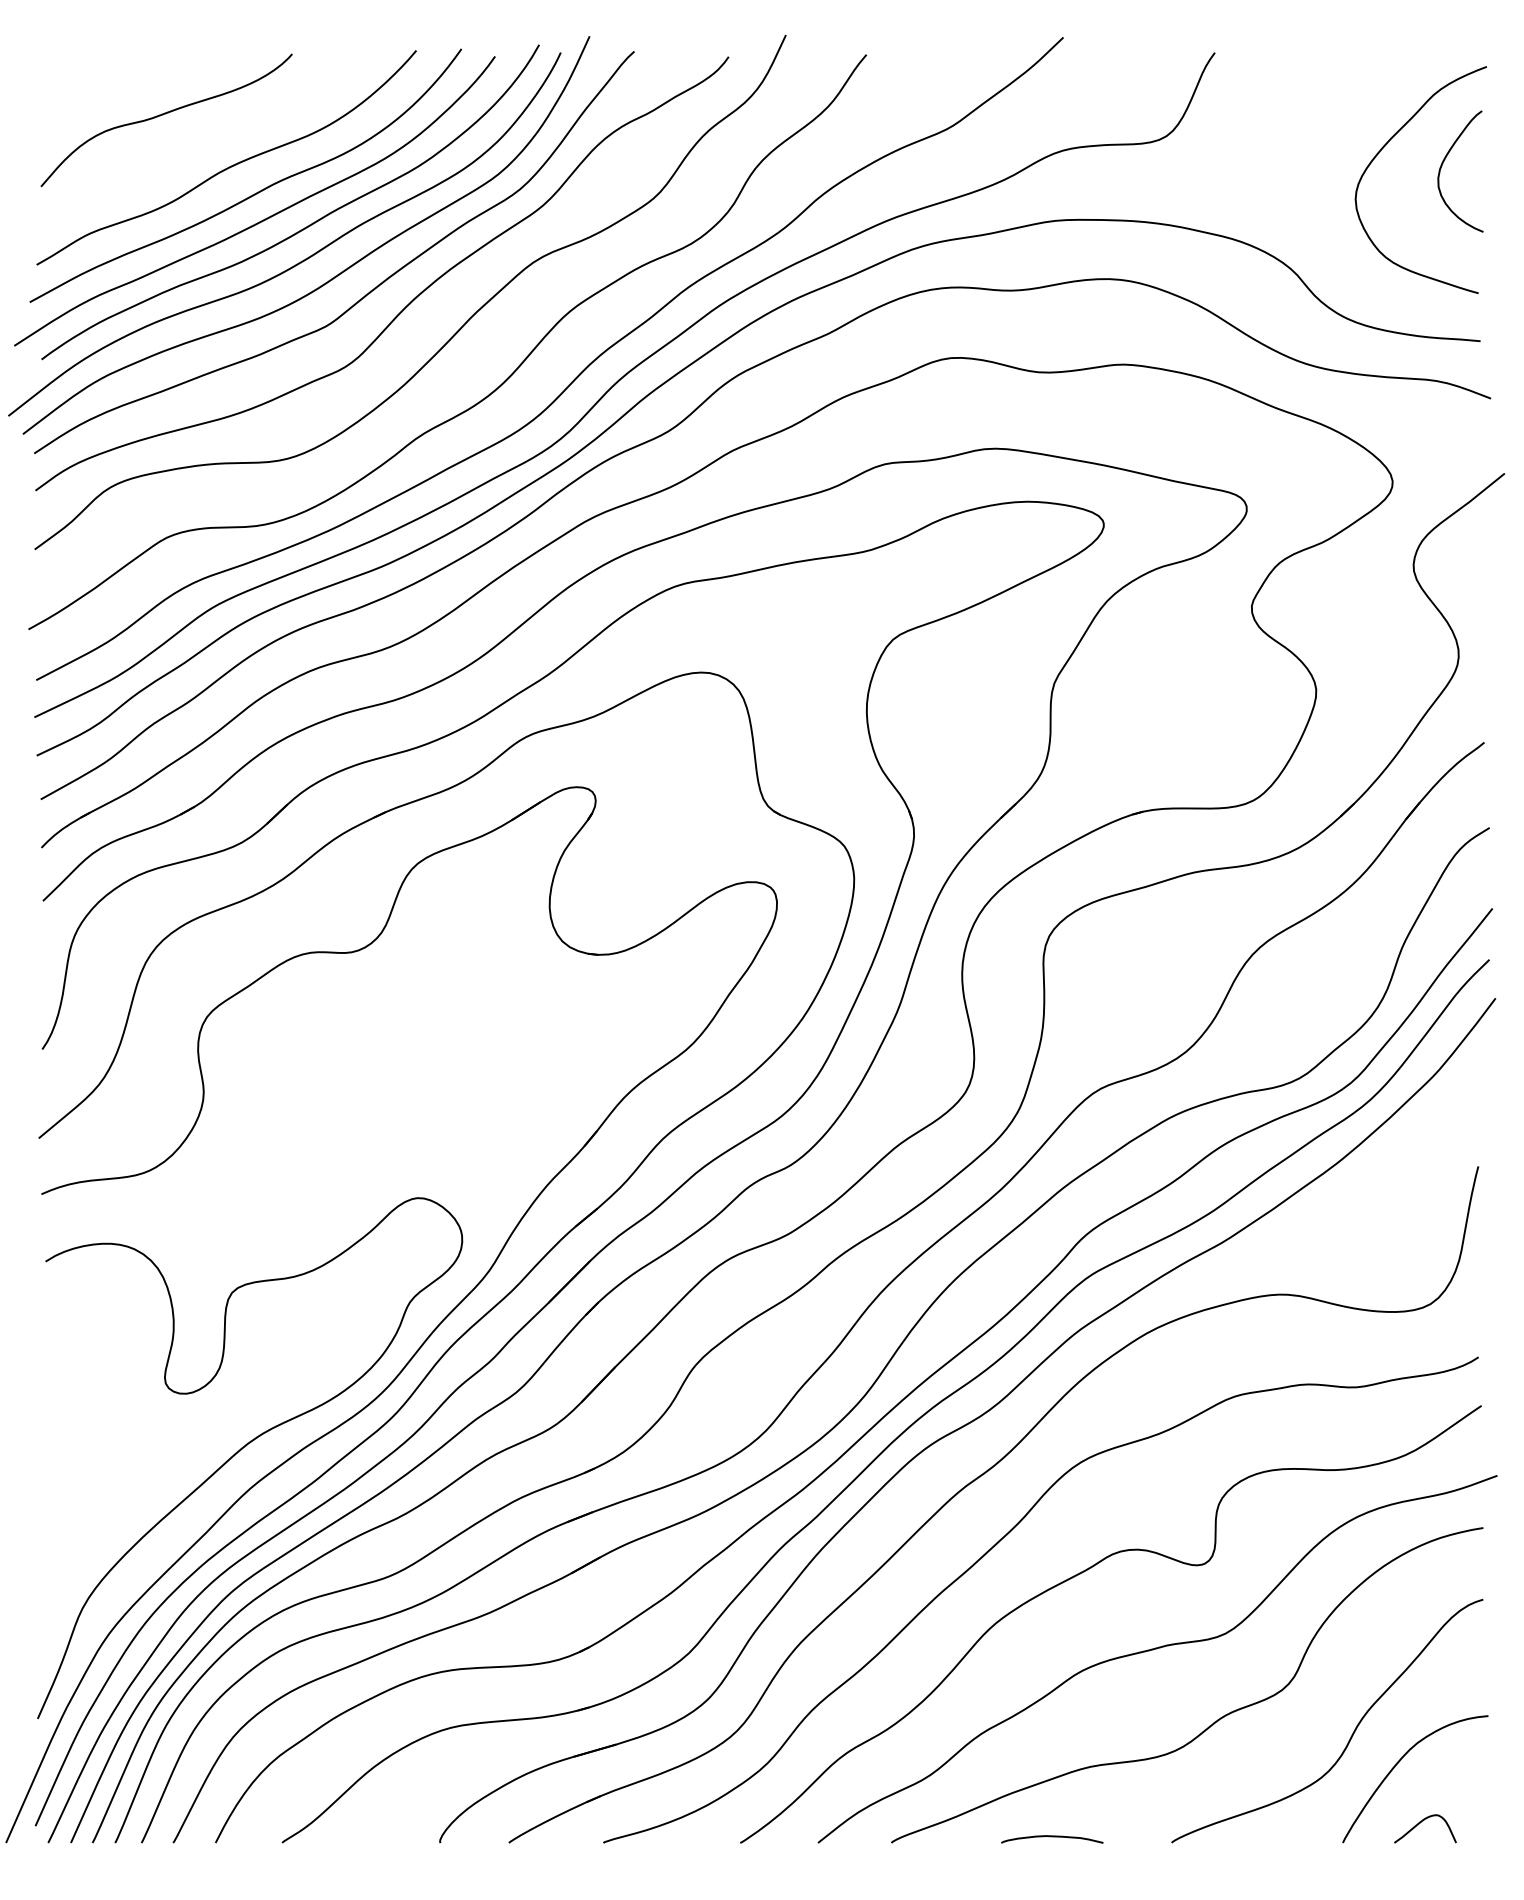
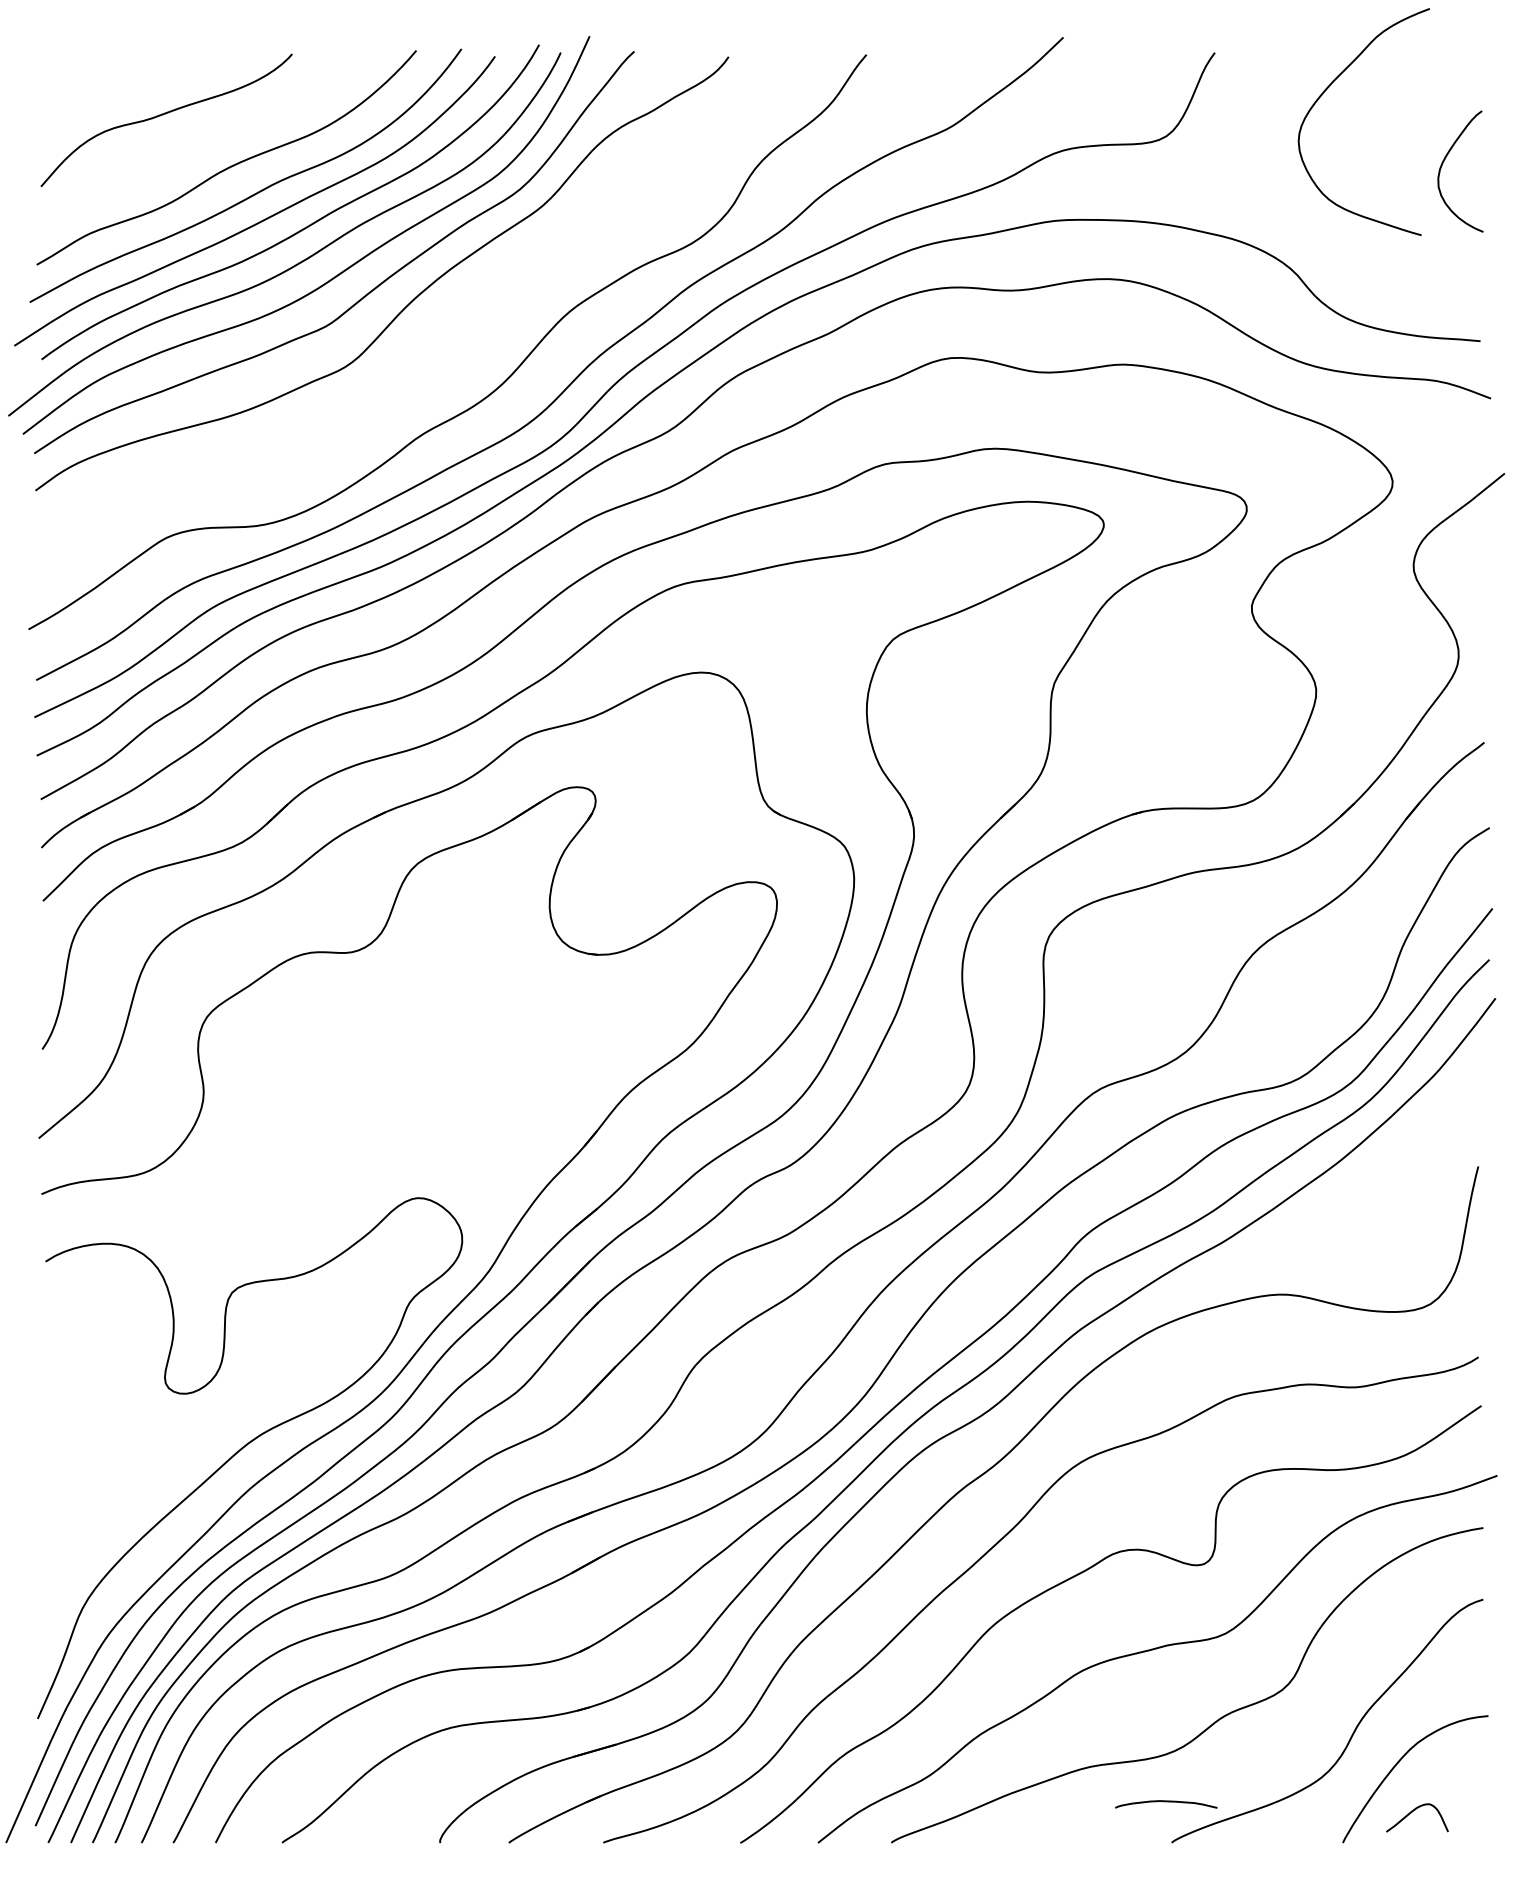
curve at (1386, 145) position: (1386, 145) -> (1329, 87)
curve at (453, 334): present -> none
curve at (1420, 1823) position: (1420, 1823) -> (1412, 1812)
curve at (1052, 1837) position: (1052, 1837) -> (1166, 1802)
